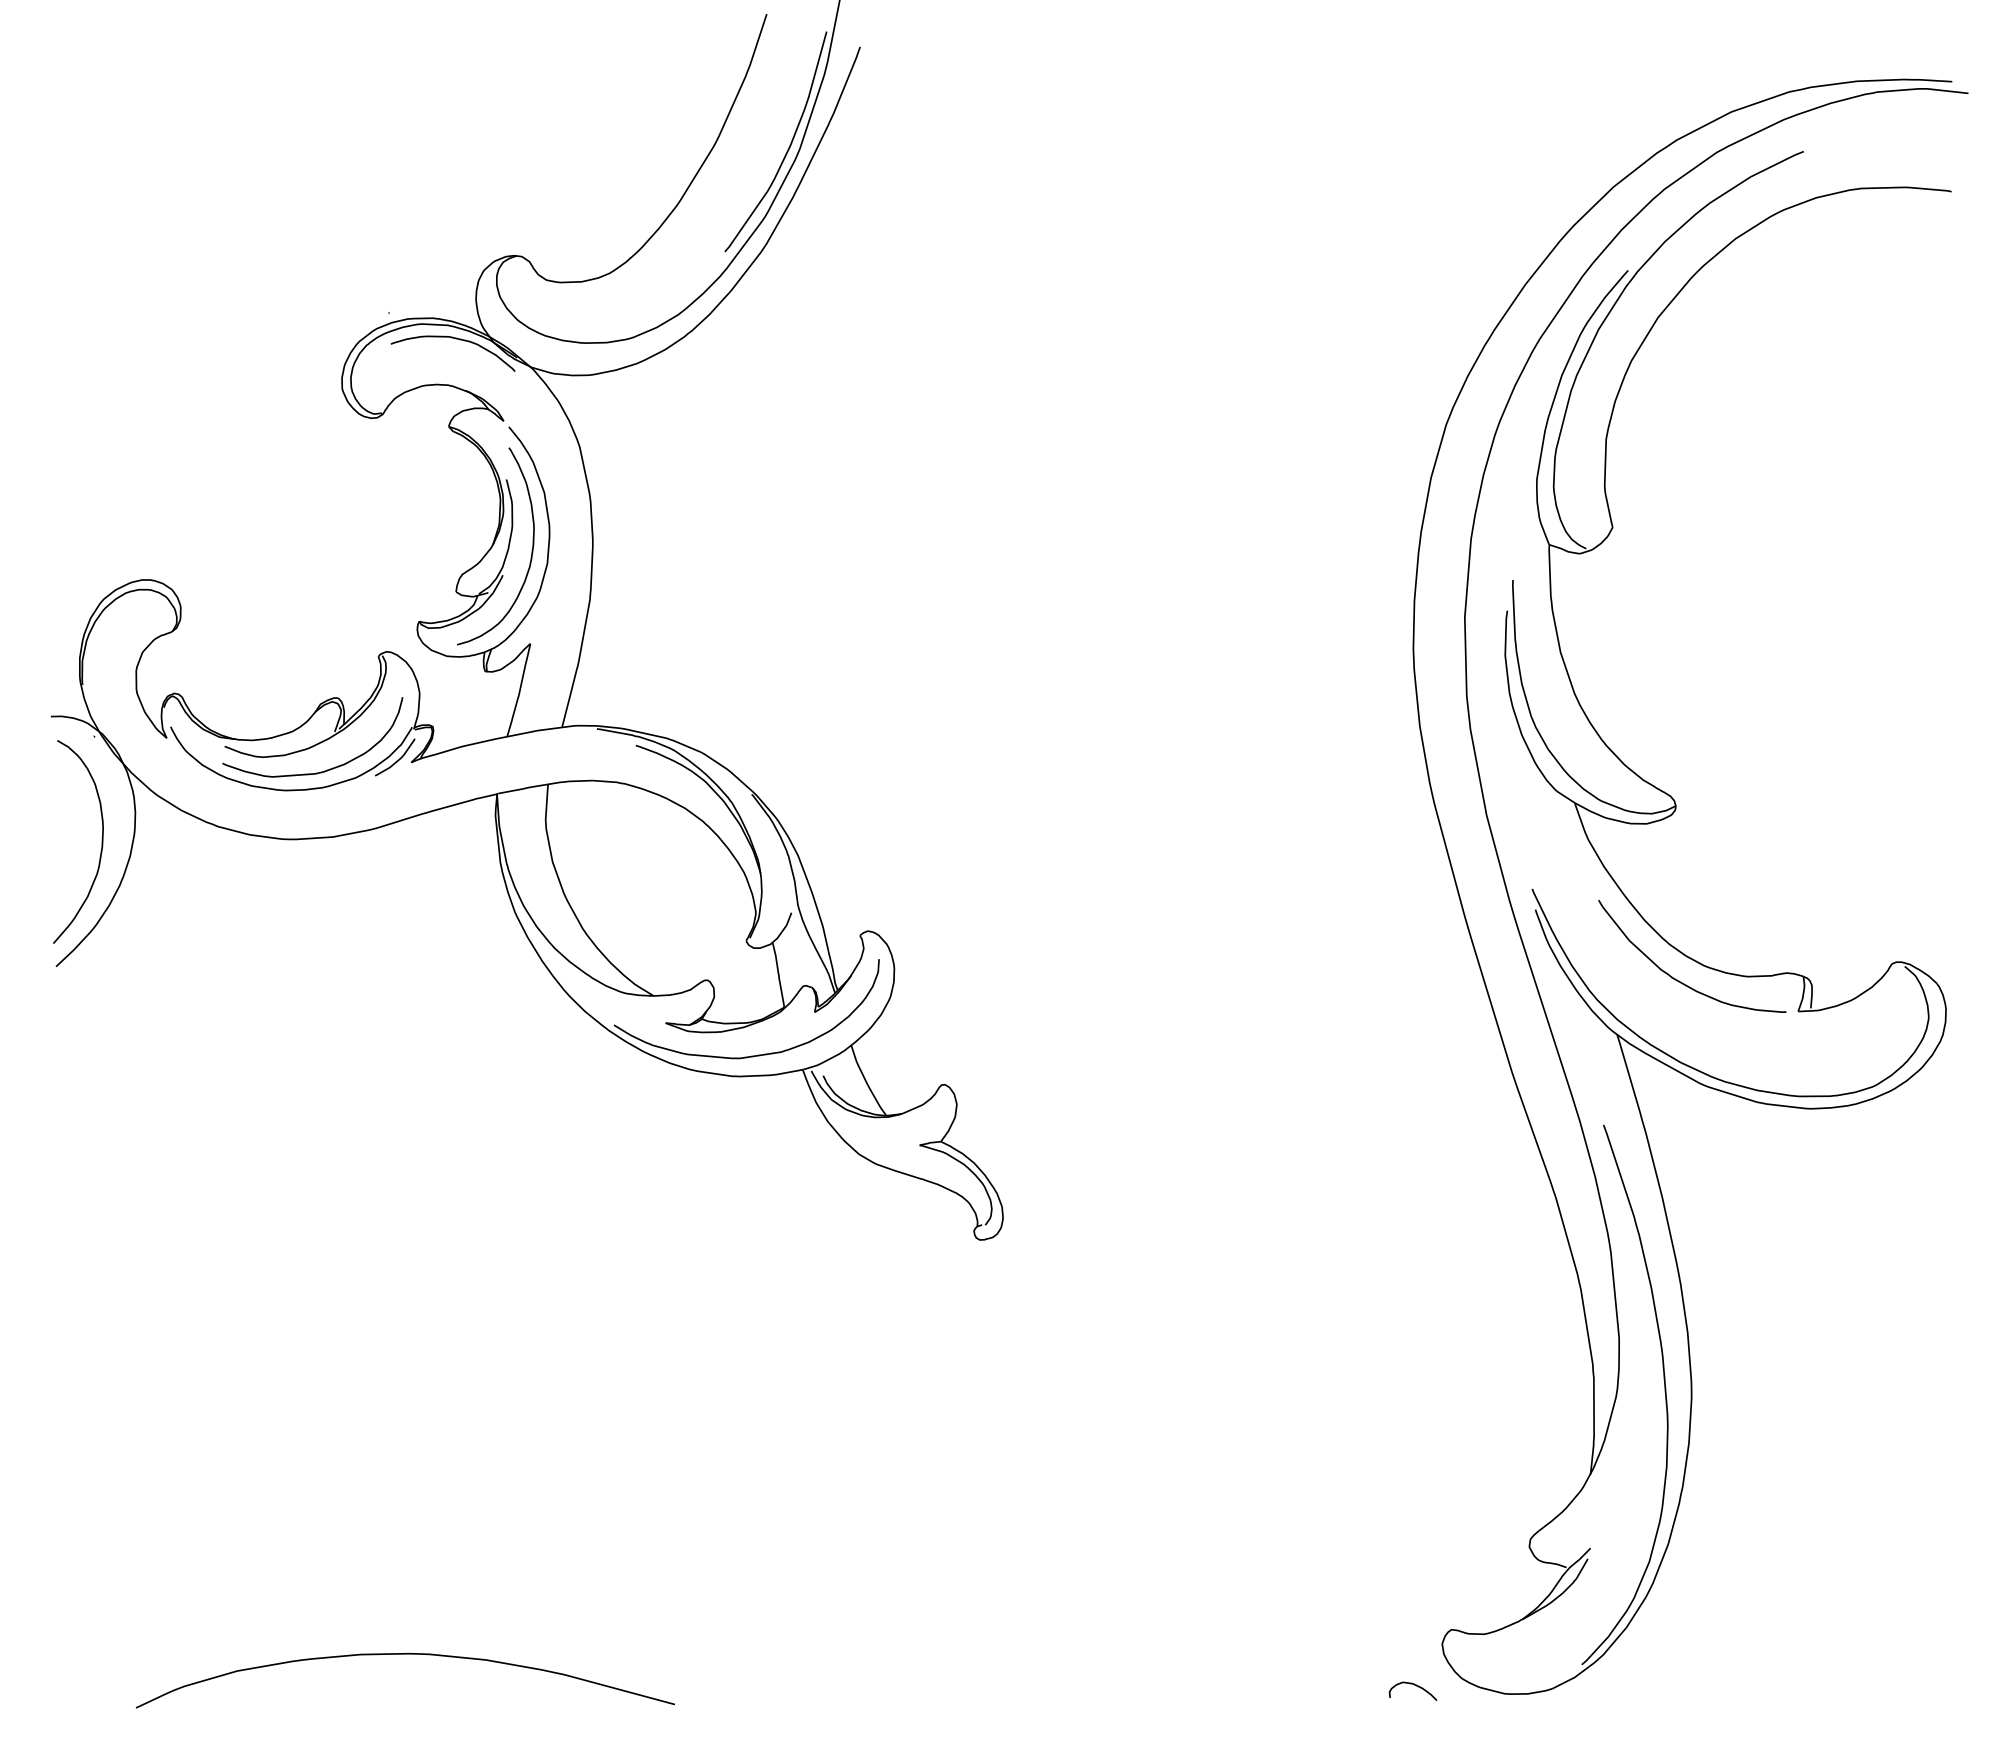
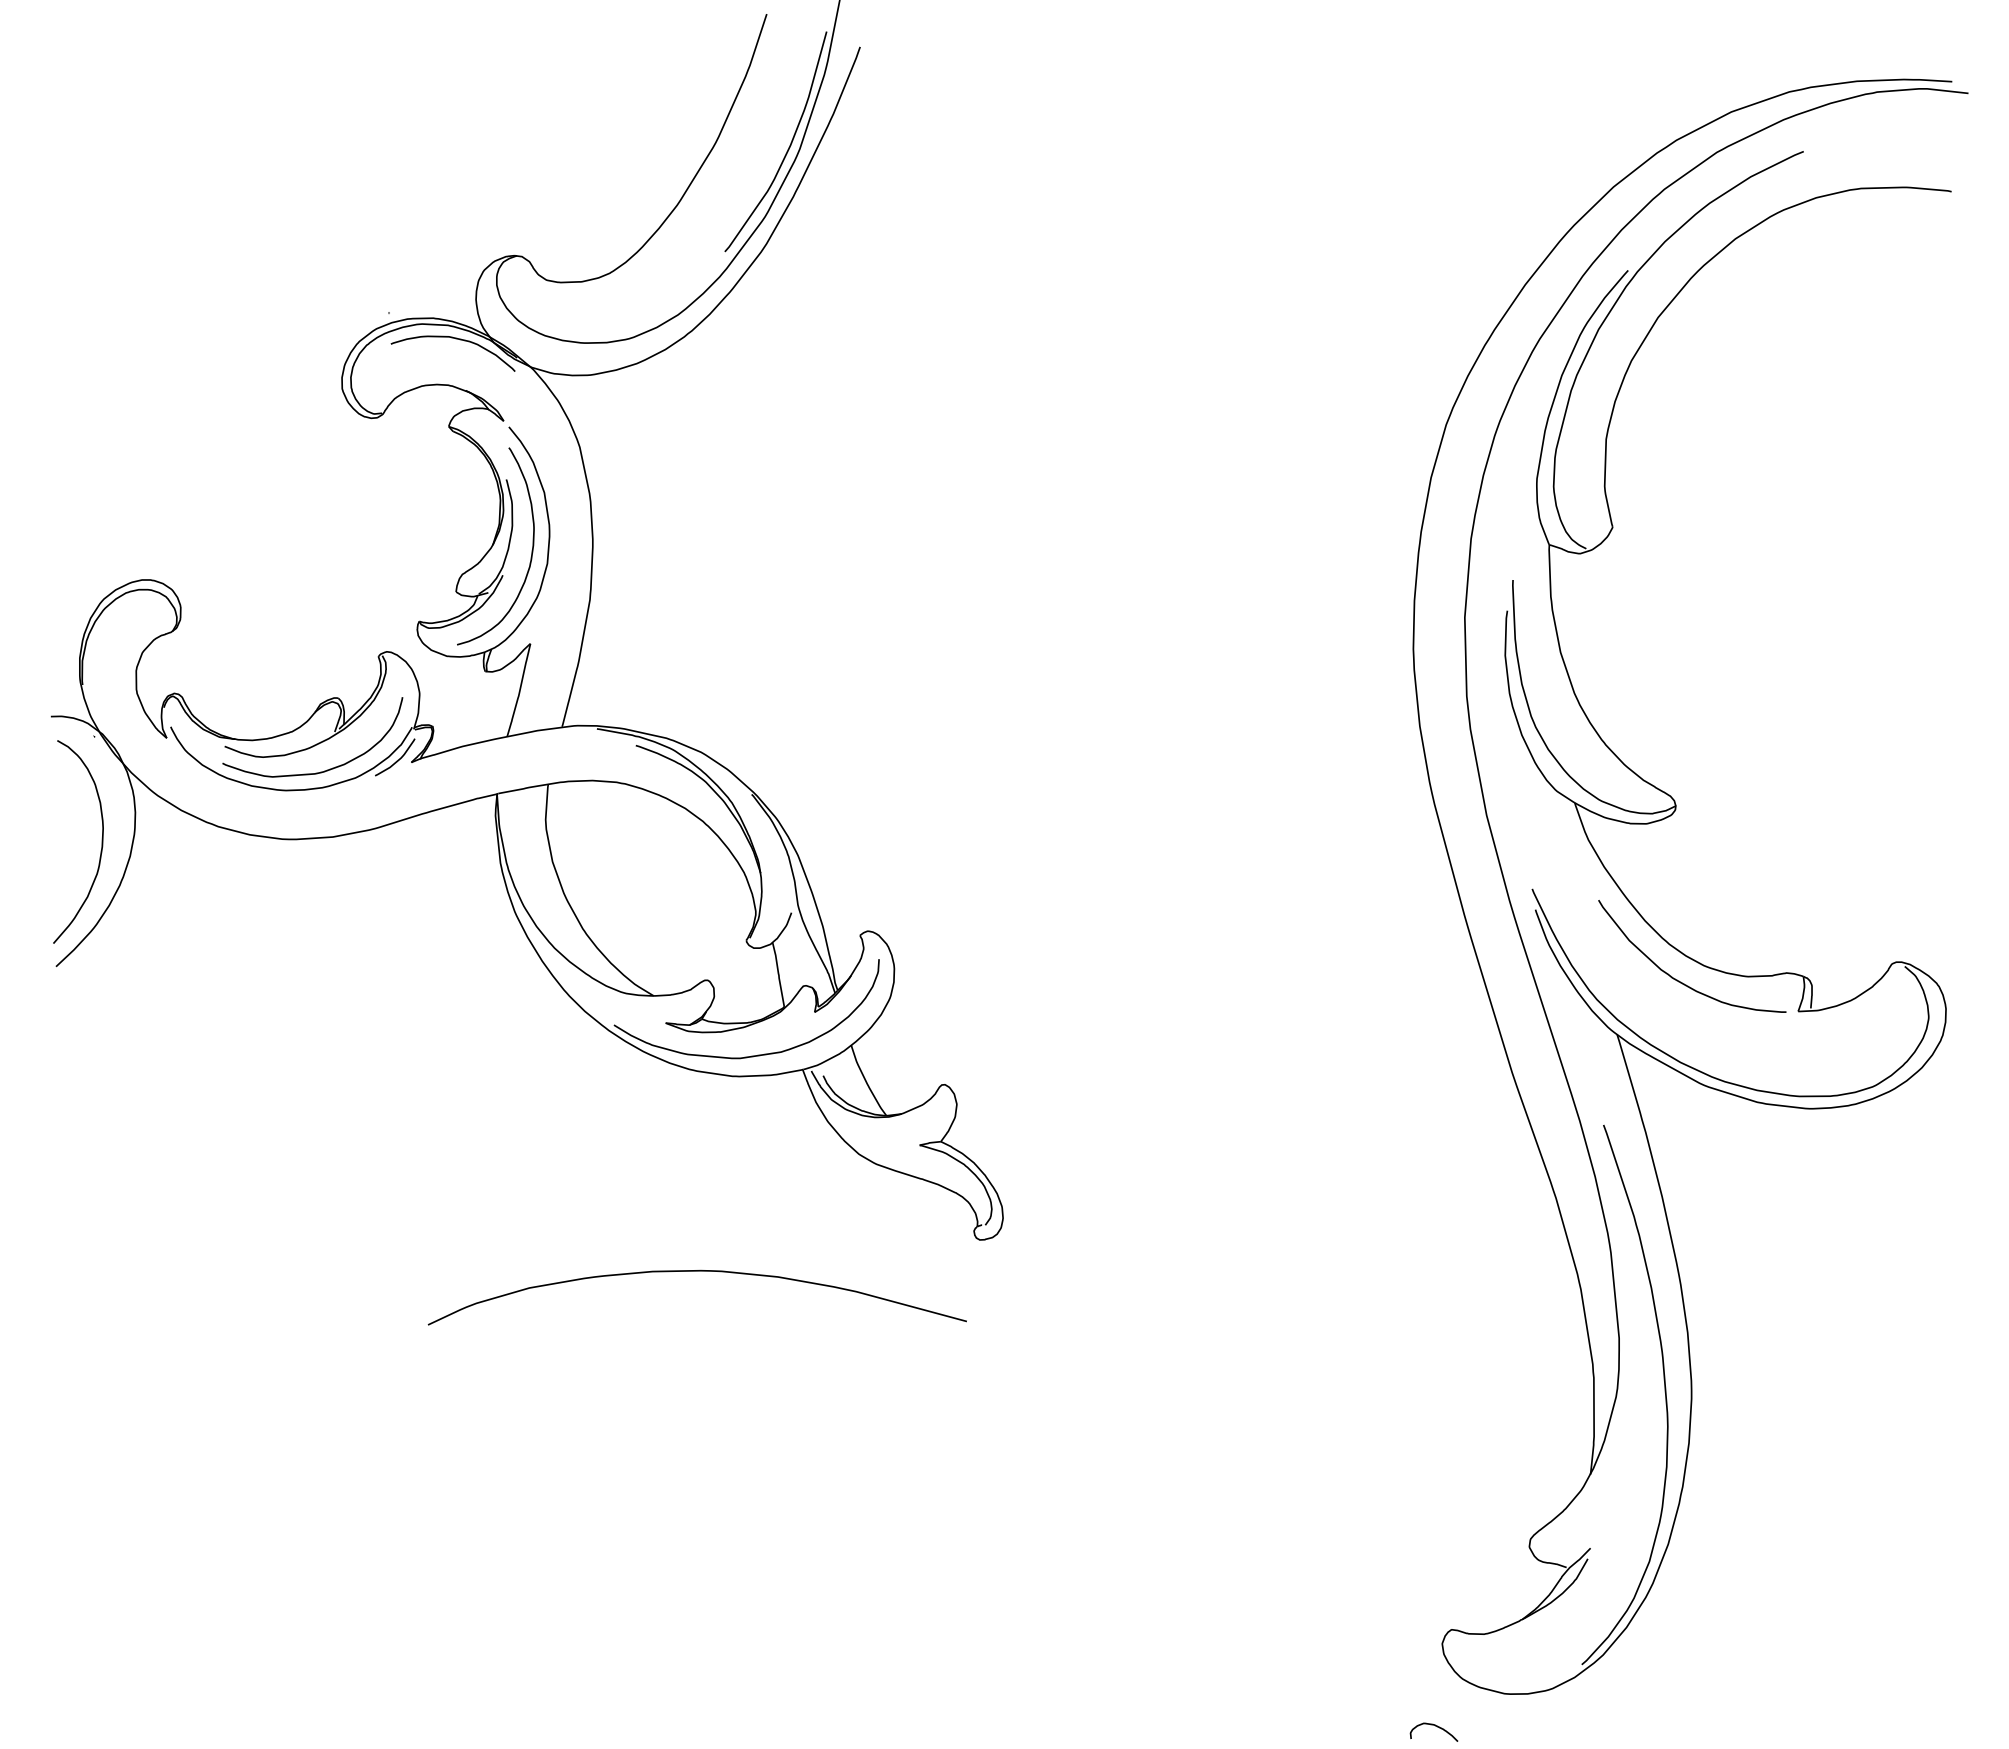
curve at (404, 1654) position: (404, 1654) -> (696, 1271)
curve at (1414, 1685) position: (1414, 1685) -> (1435, 1726)
